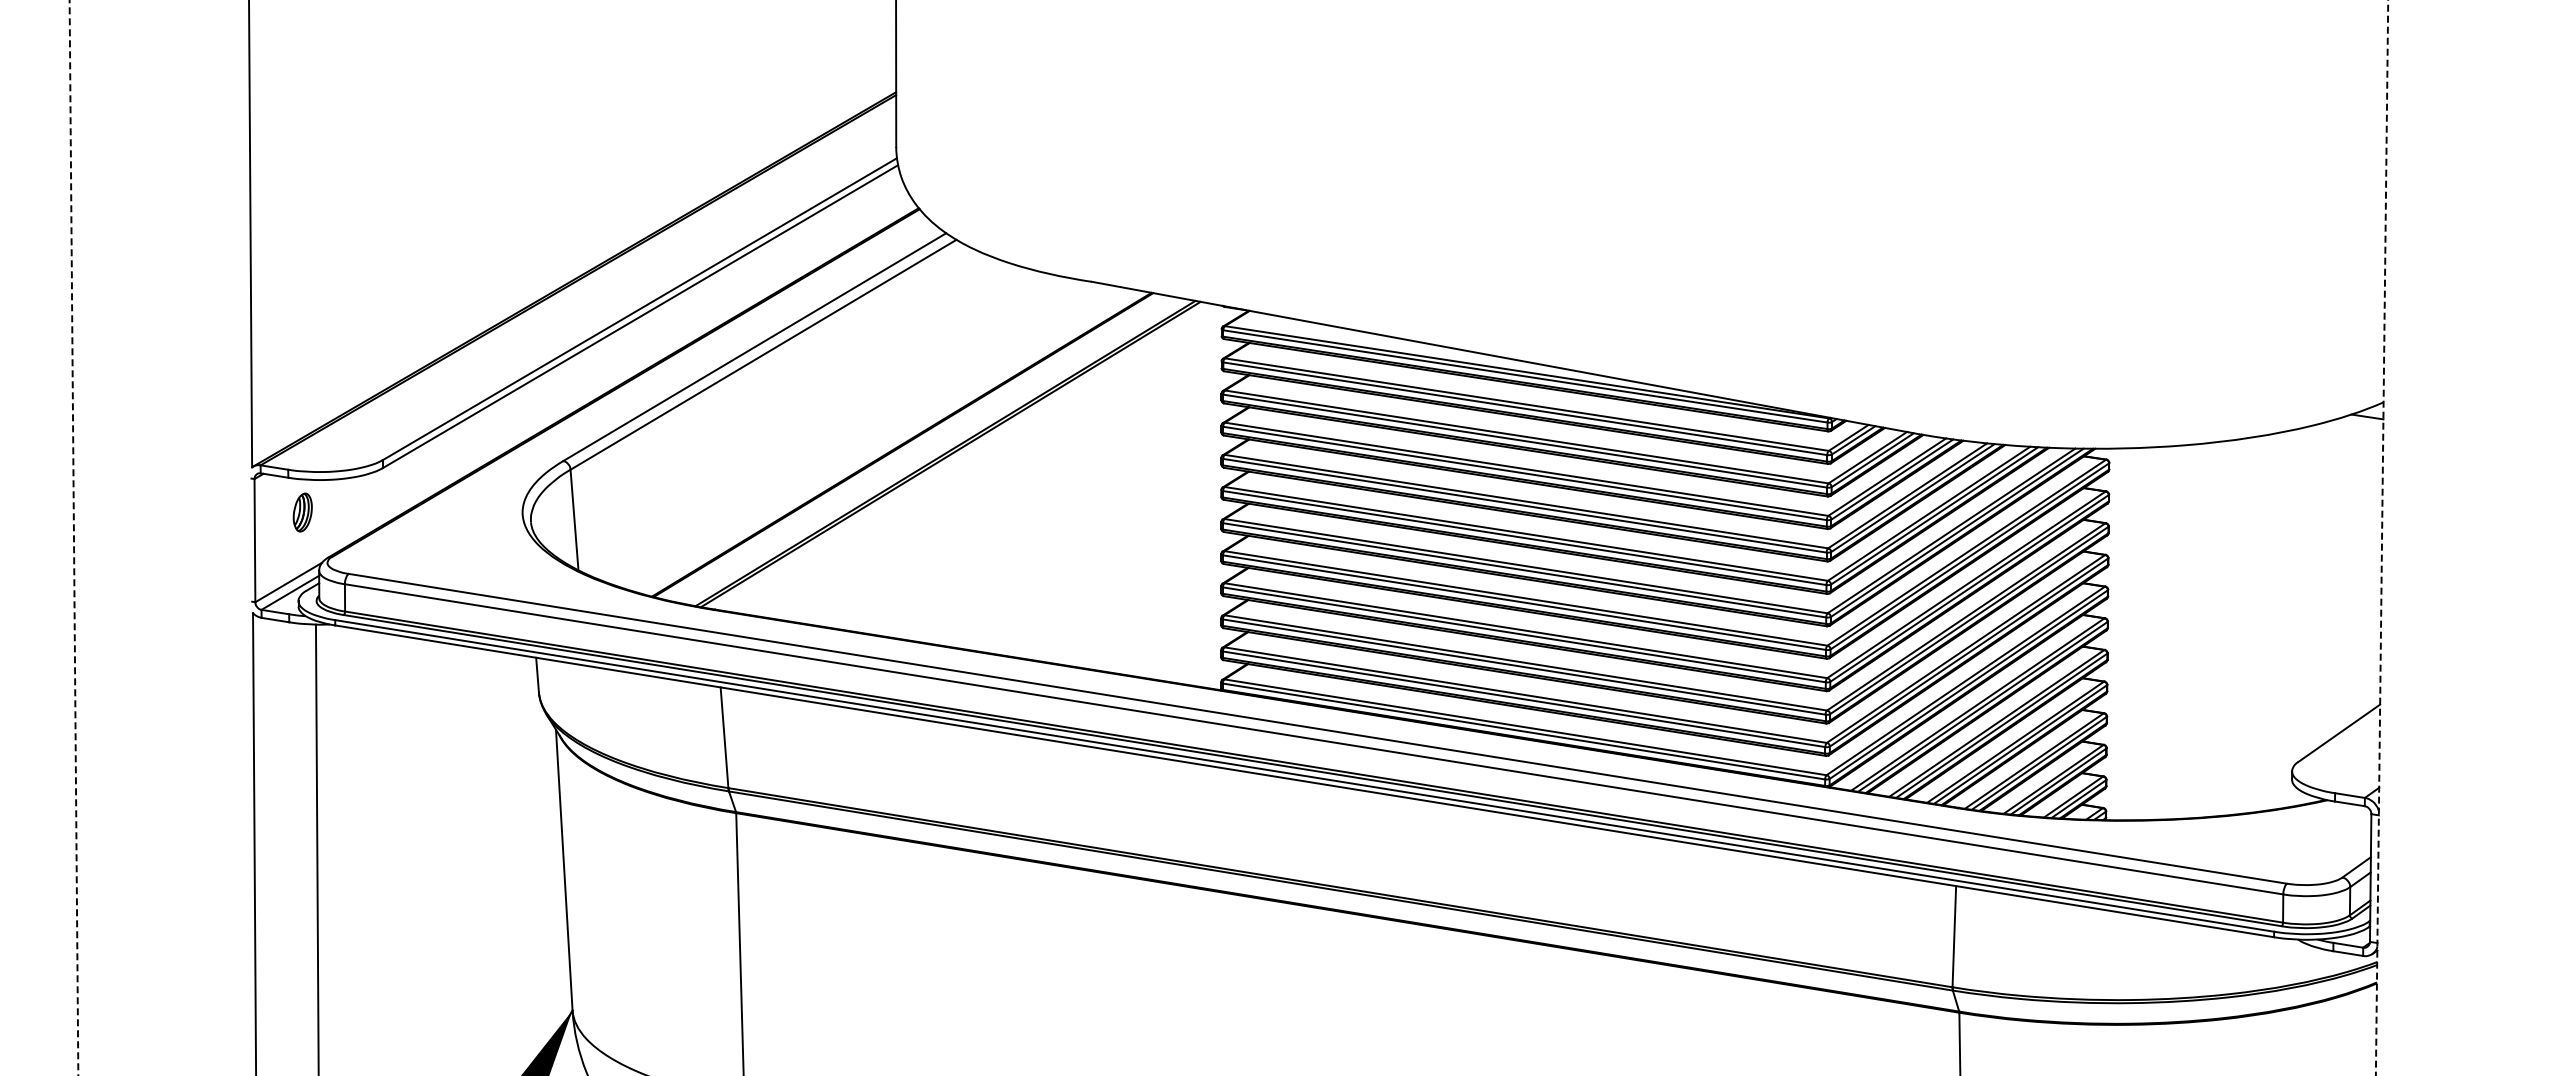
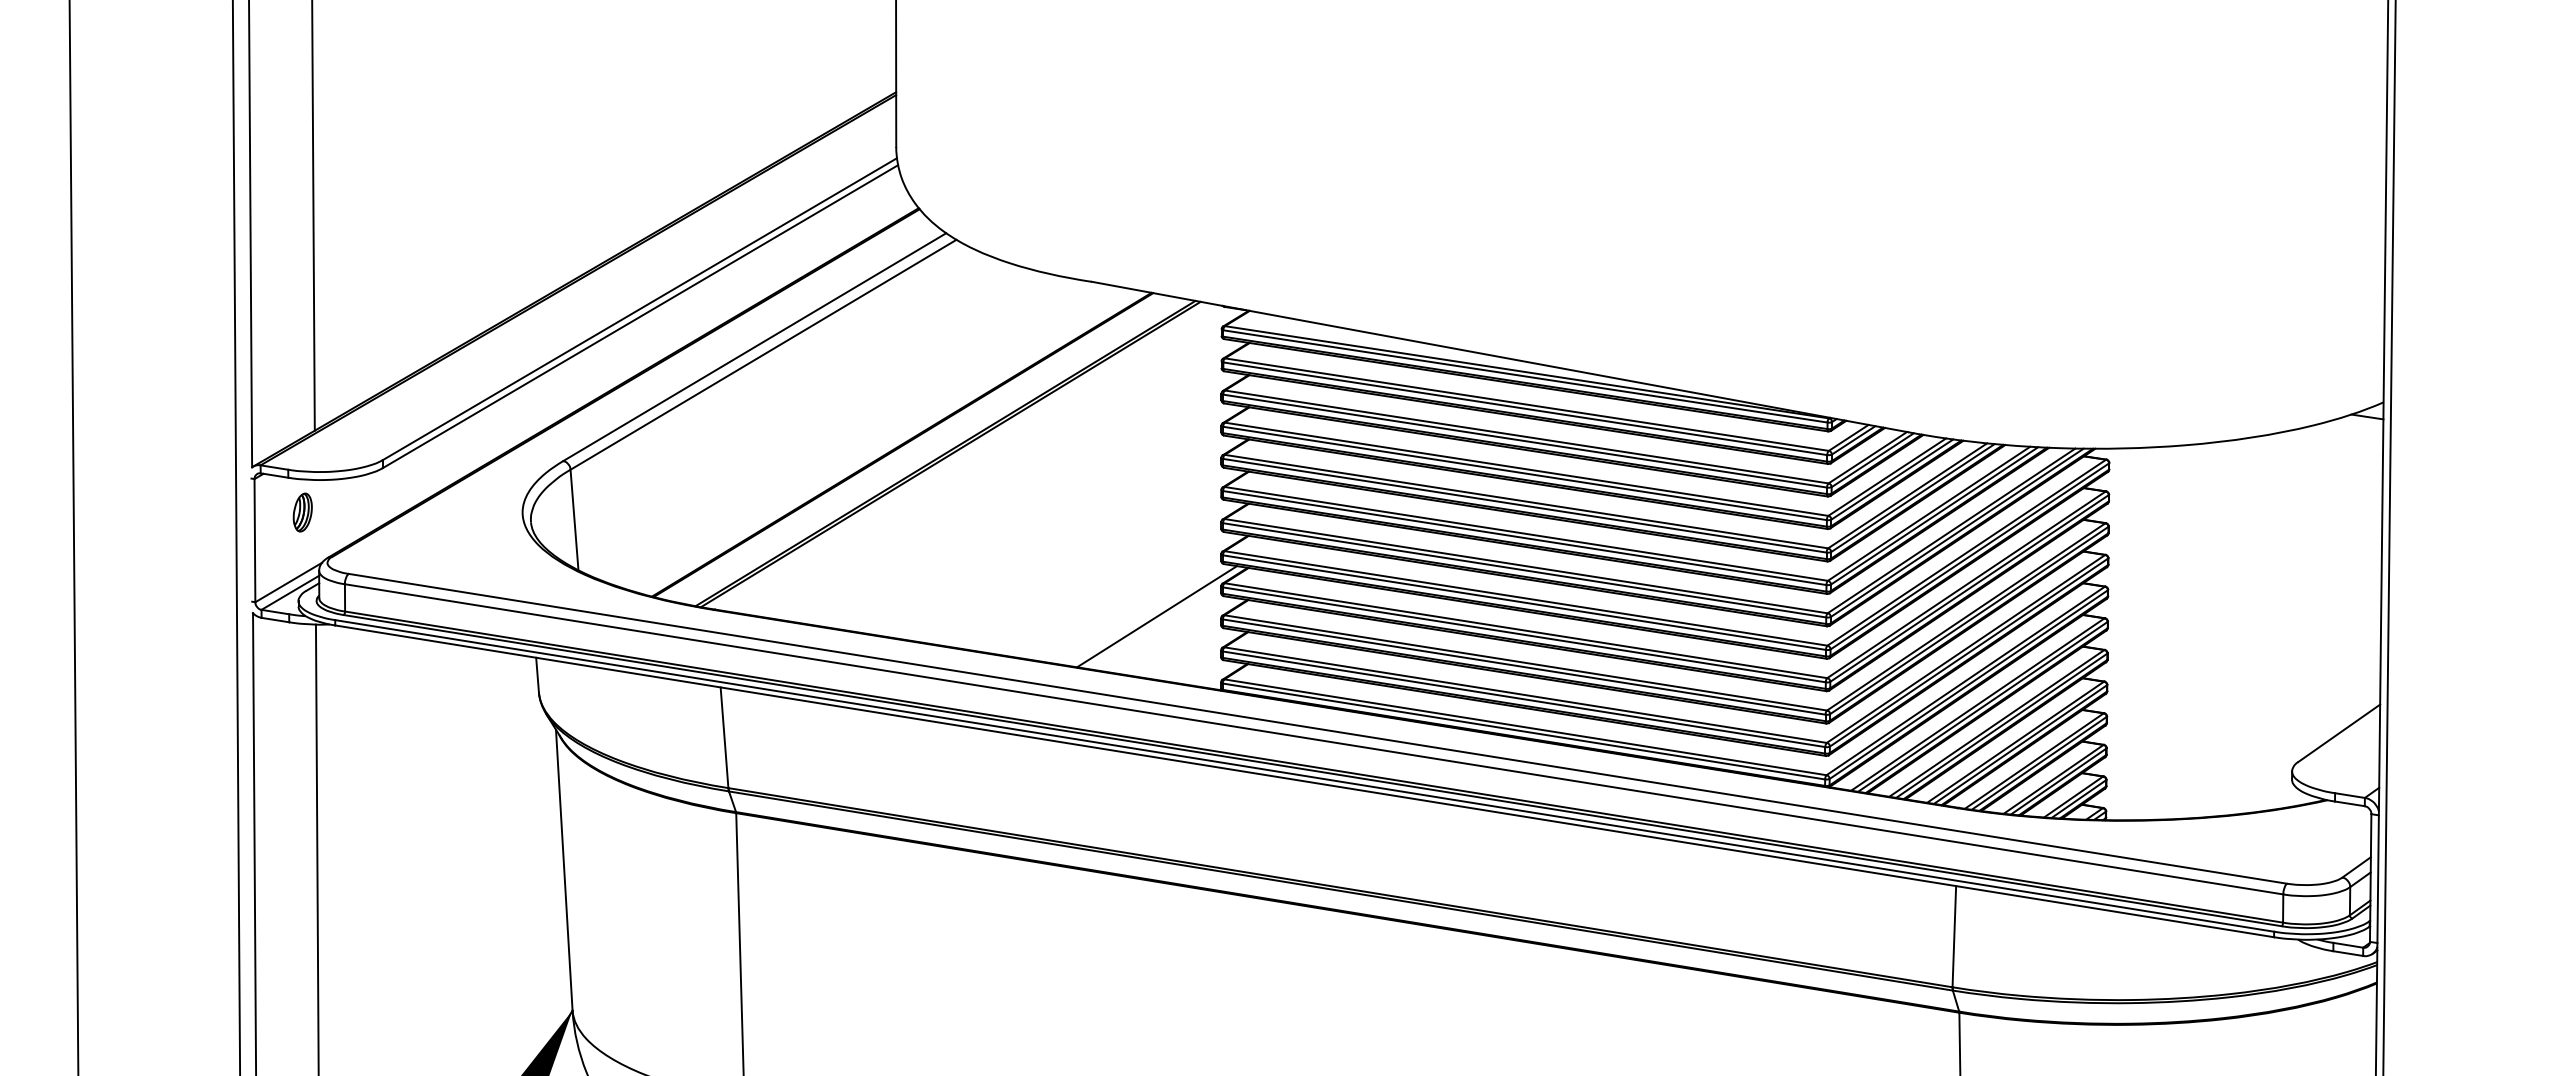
line at (313, 216): none -> present
line at (236, 537): none -> present
line at (2382, 537): dashed -> solid
line at (2389, 537): none -> present
line at (73, 538): dashed -> solid
line at (1156, 616): none -> present
